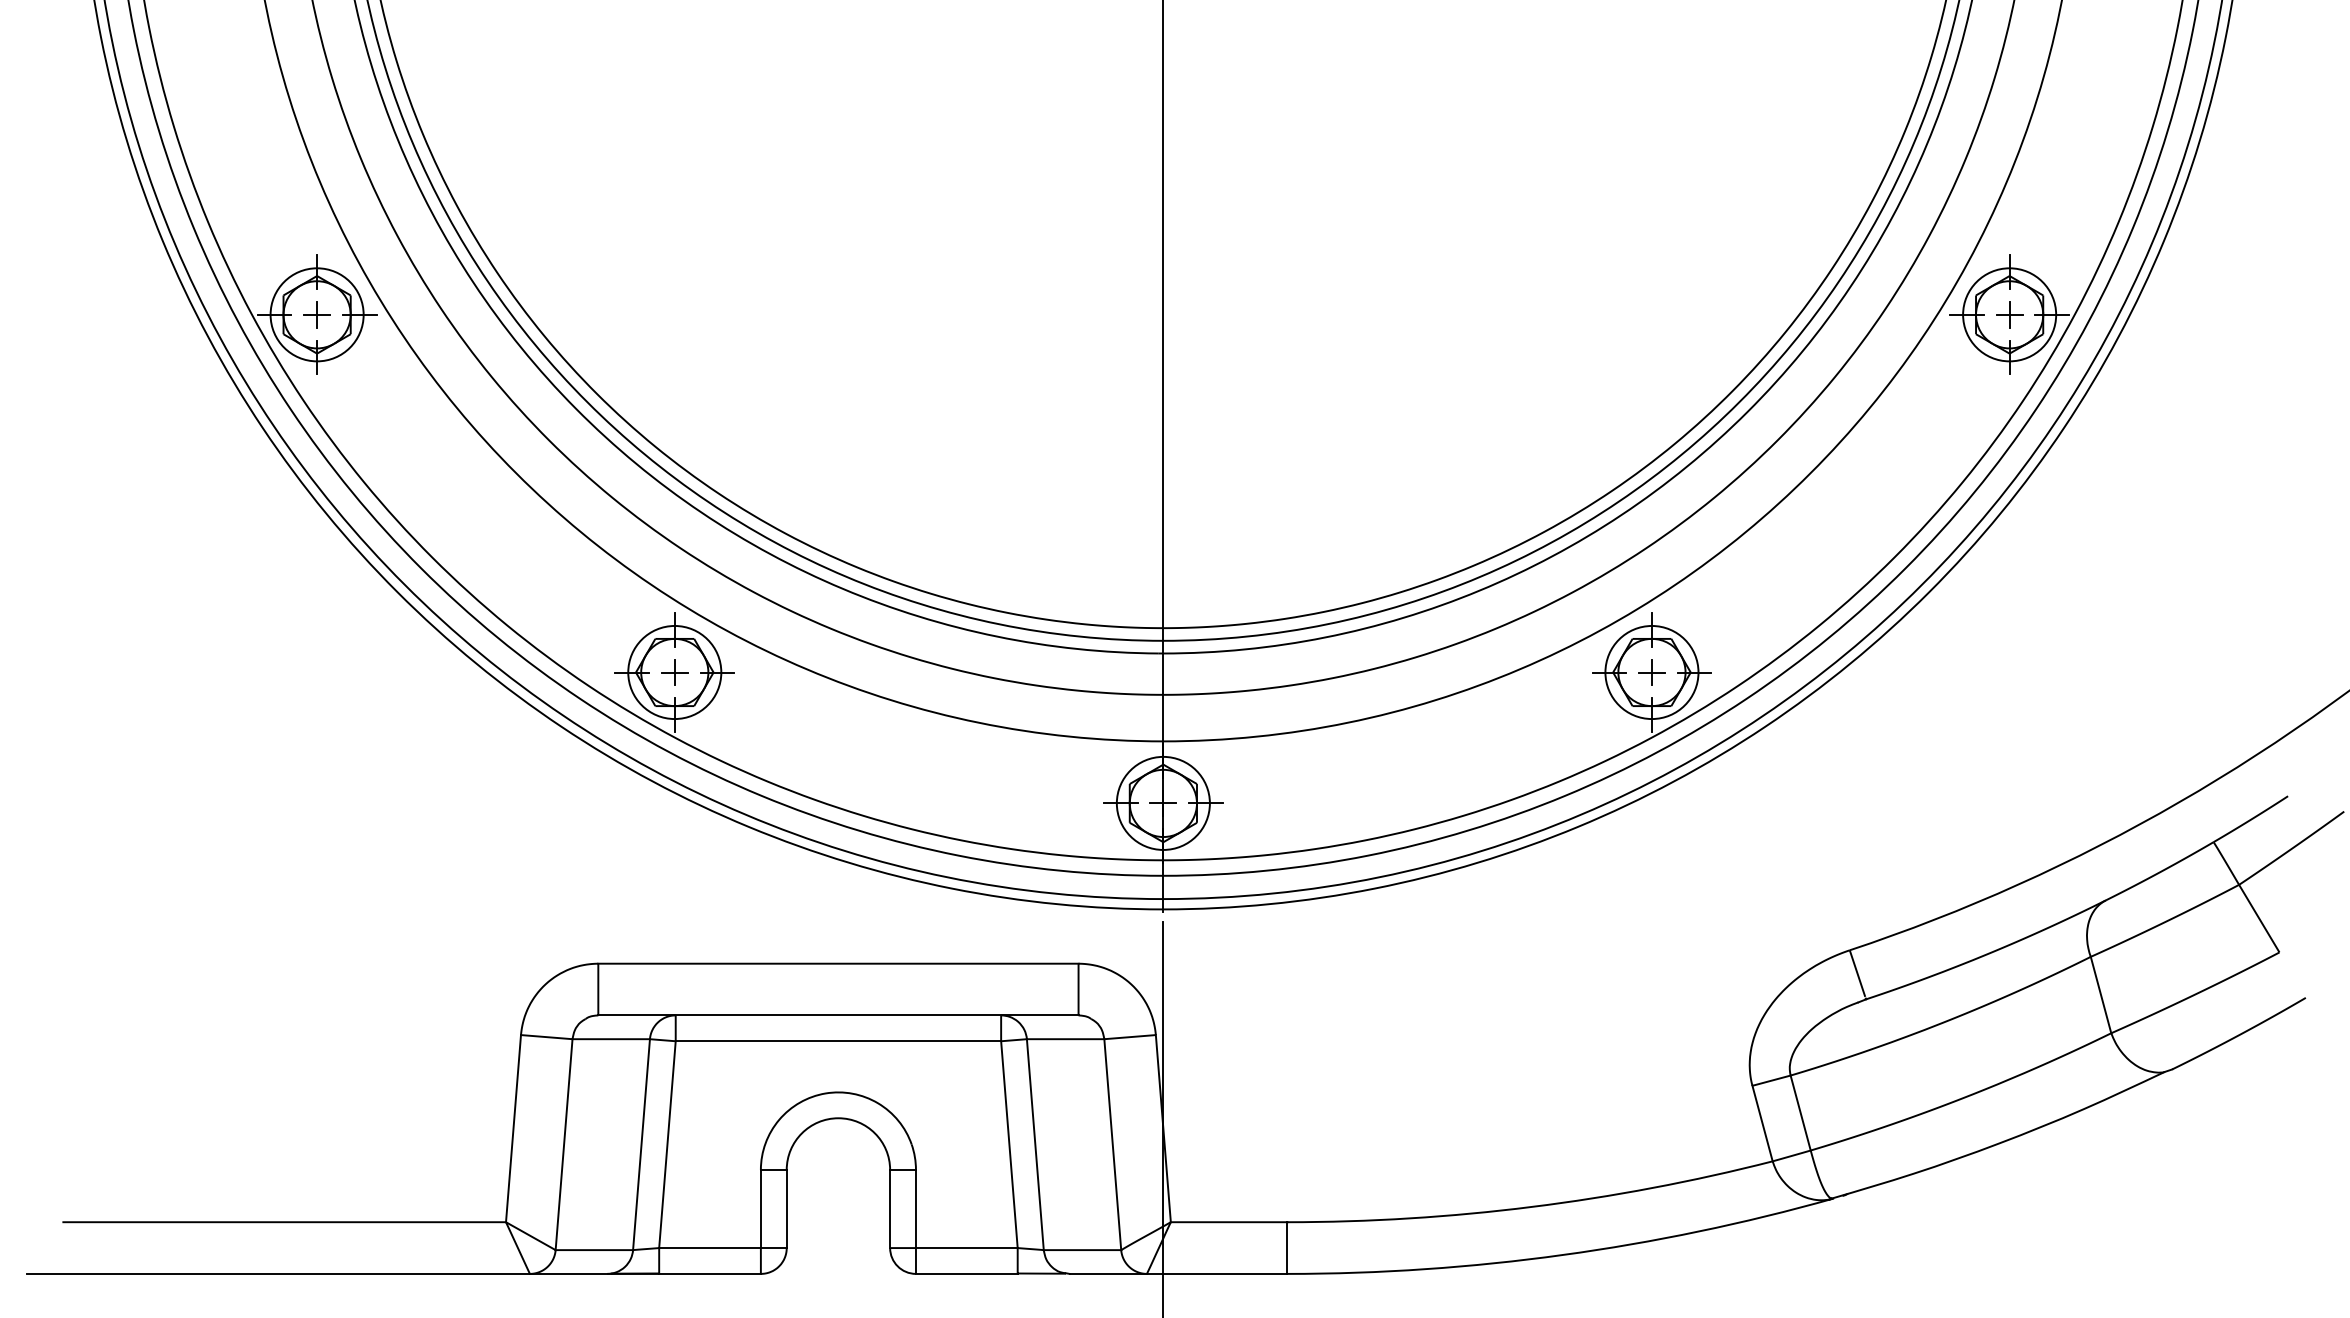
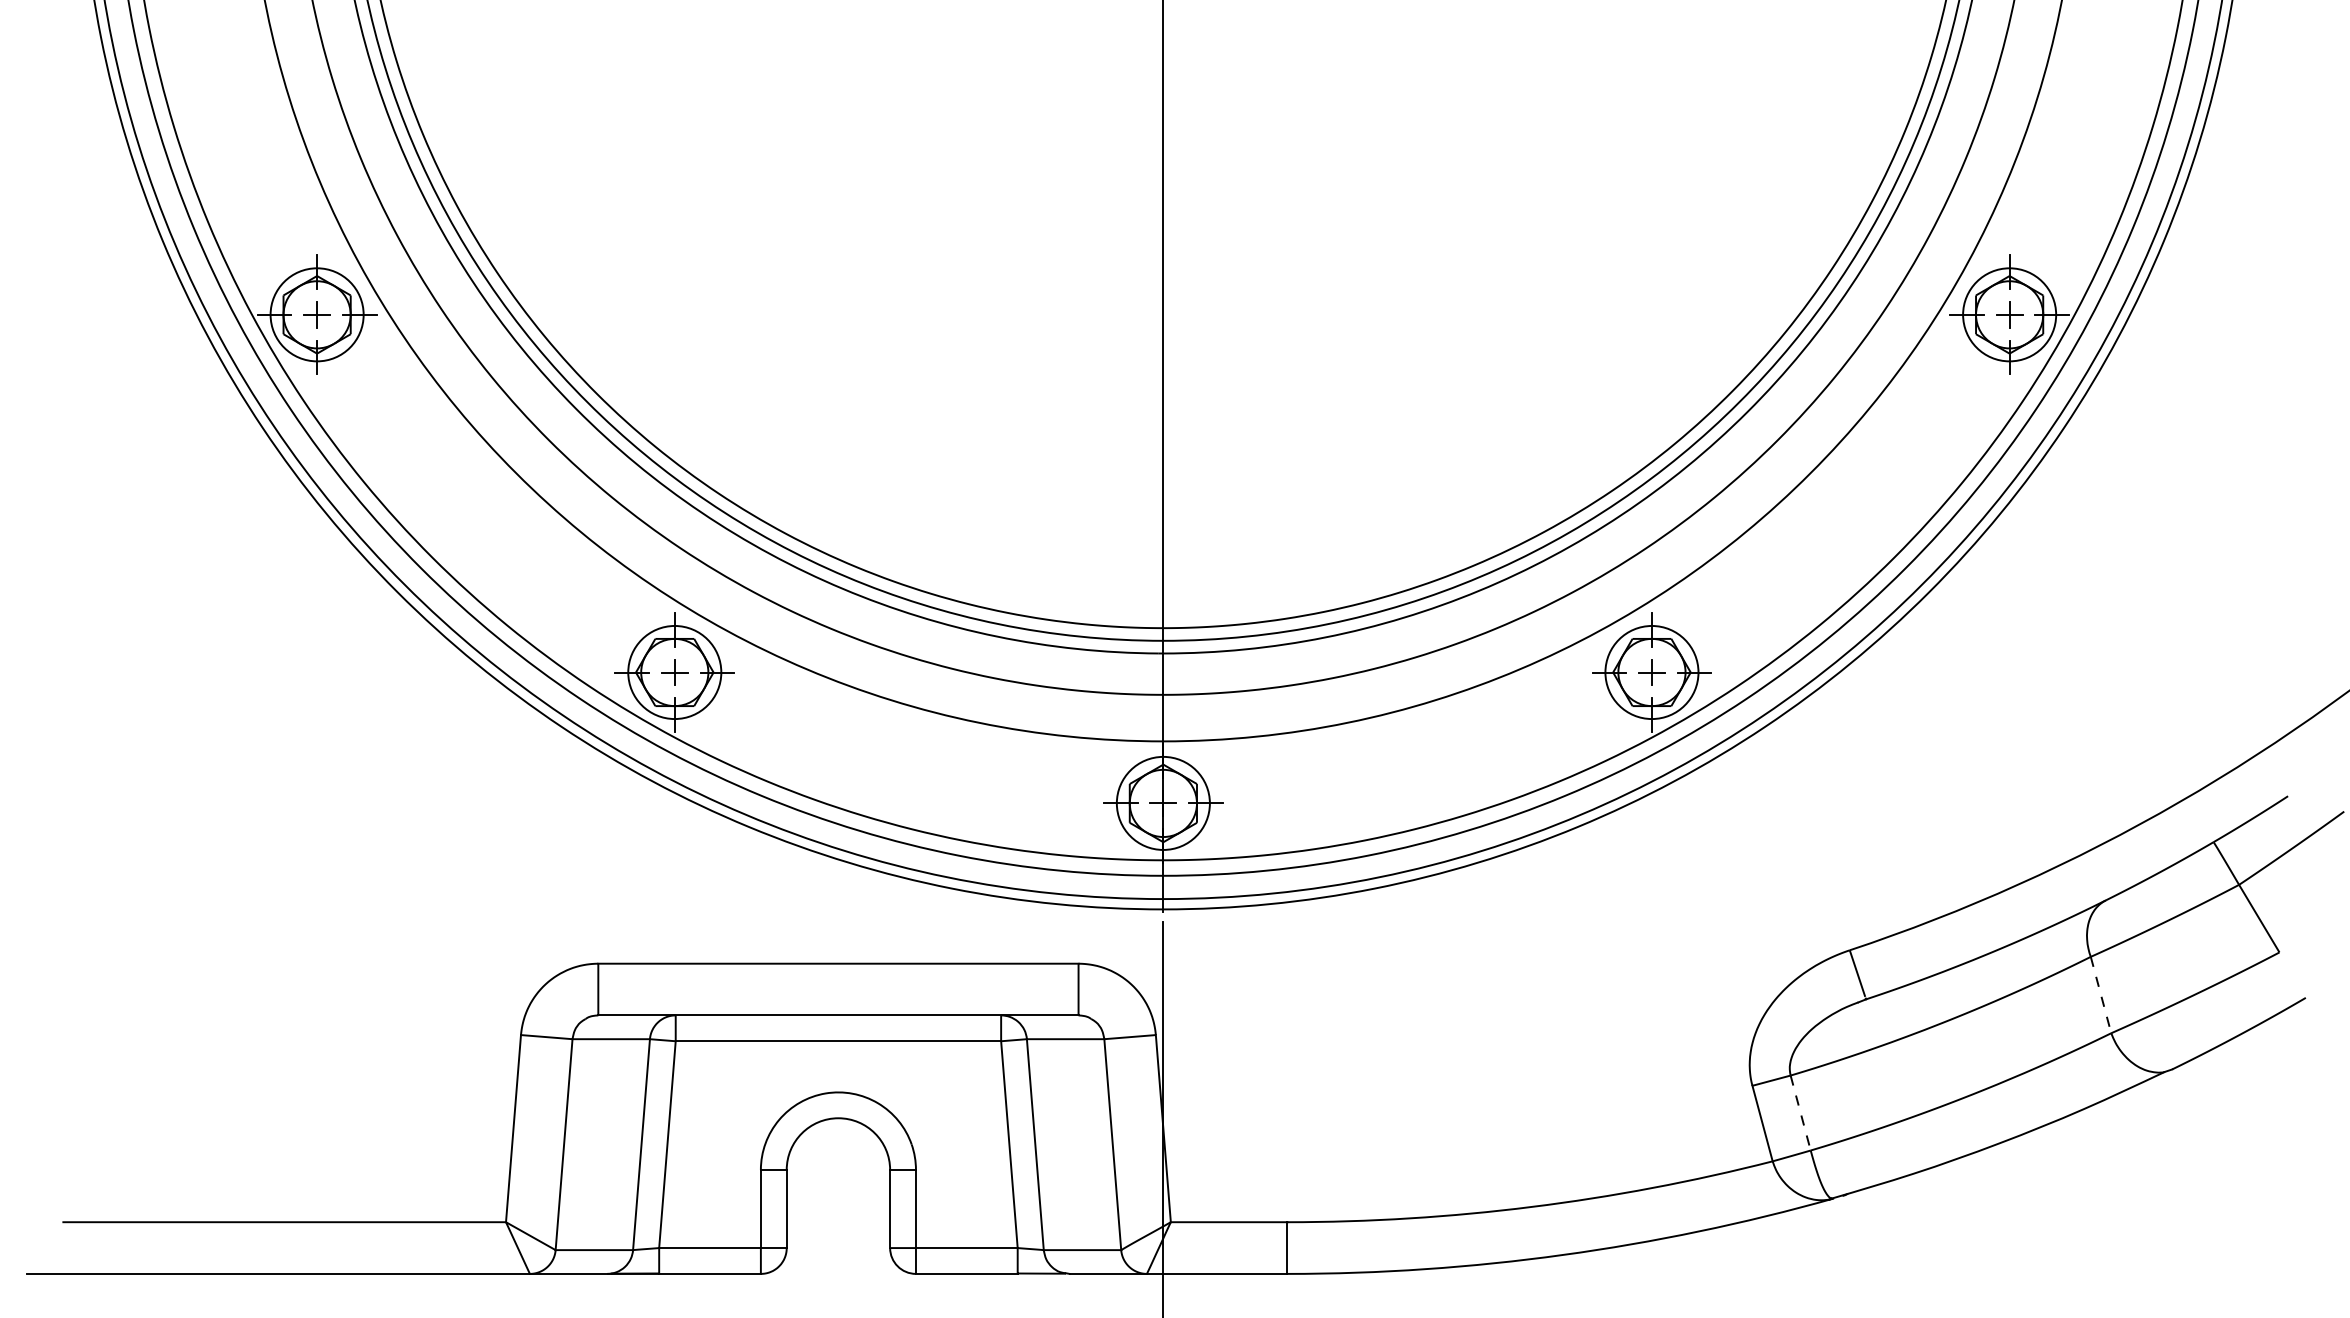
line at (2101, 995): solid -> dashed
line at (1800, 1113): solid -> dashed
